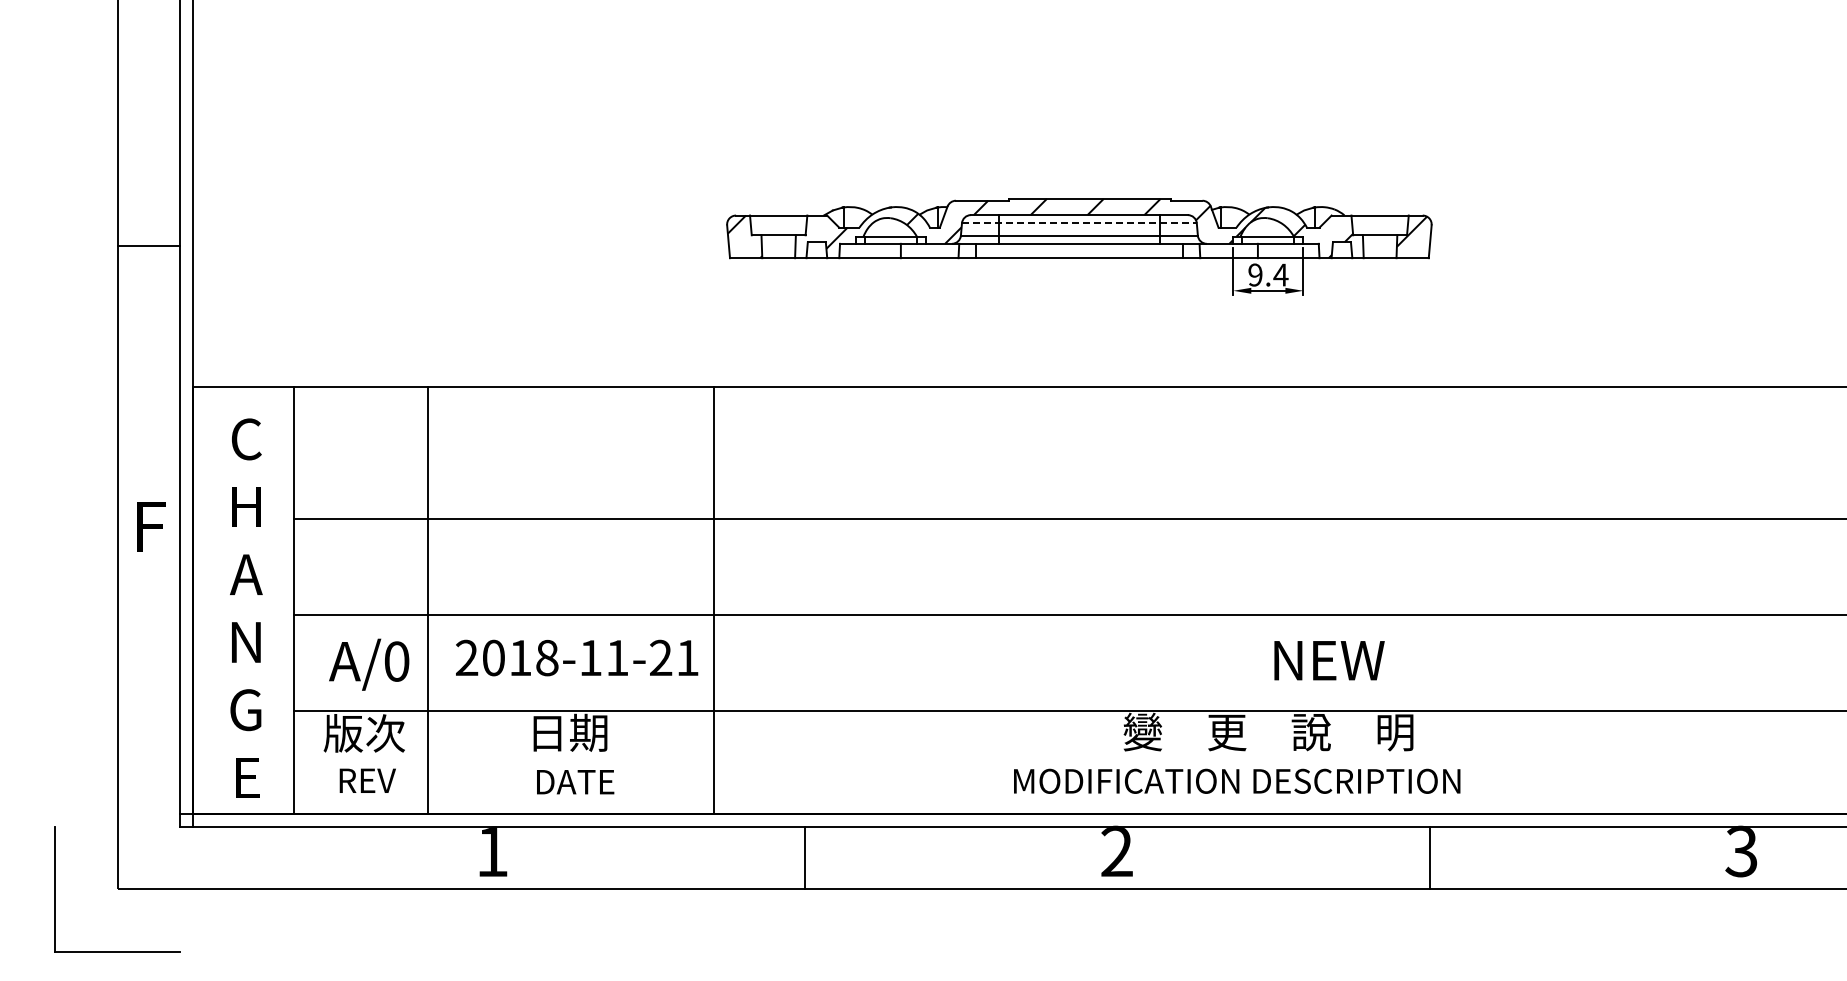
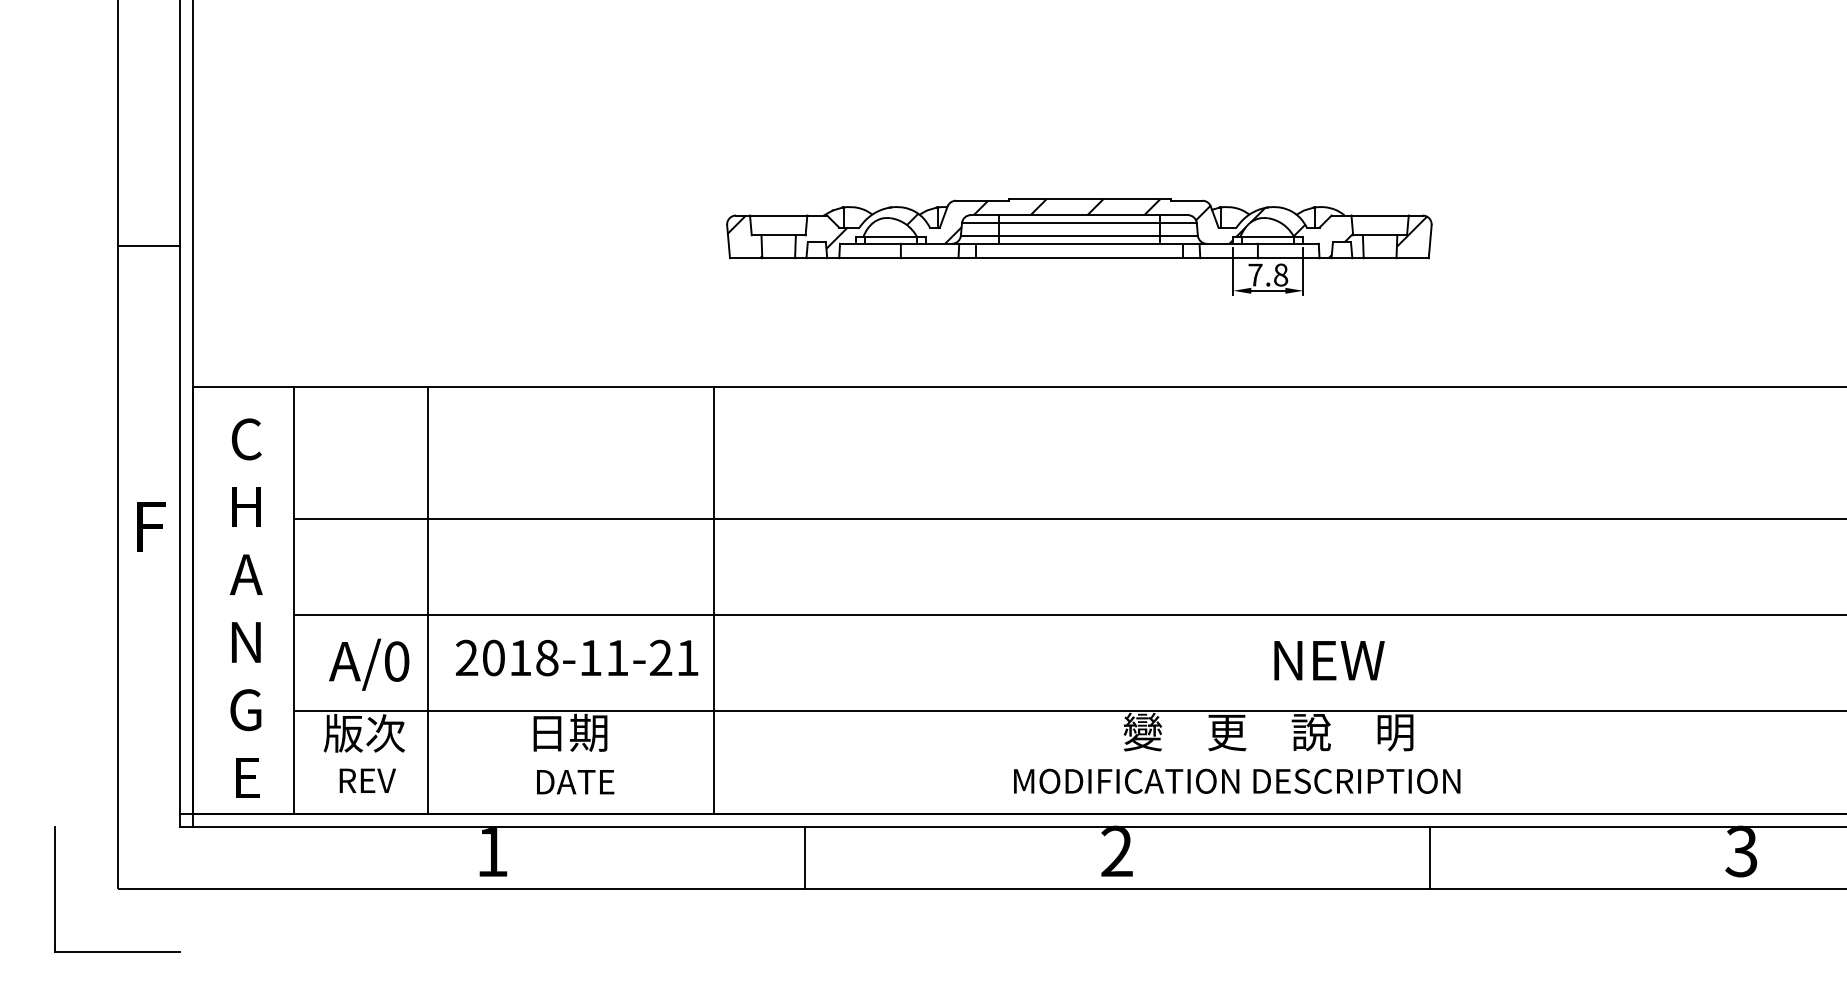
line at (1079, 223): dashed -> solid
text at (1268, 274): 9.4 -> 7.8
